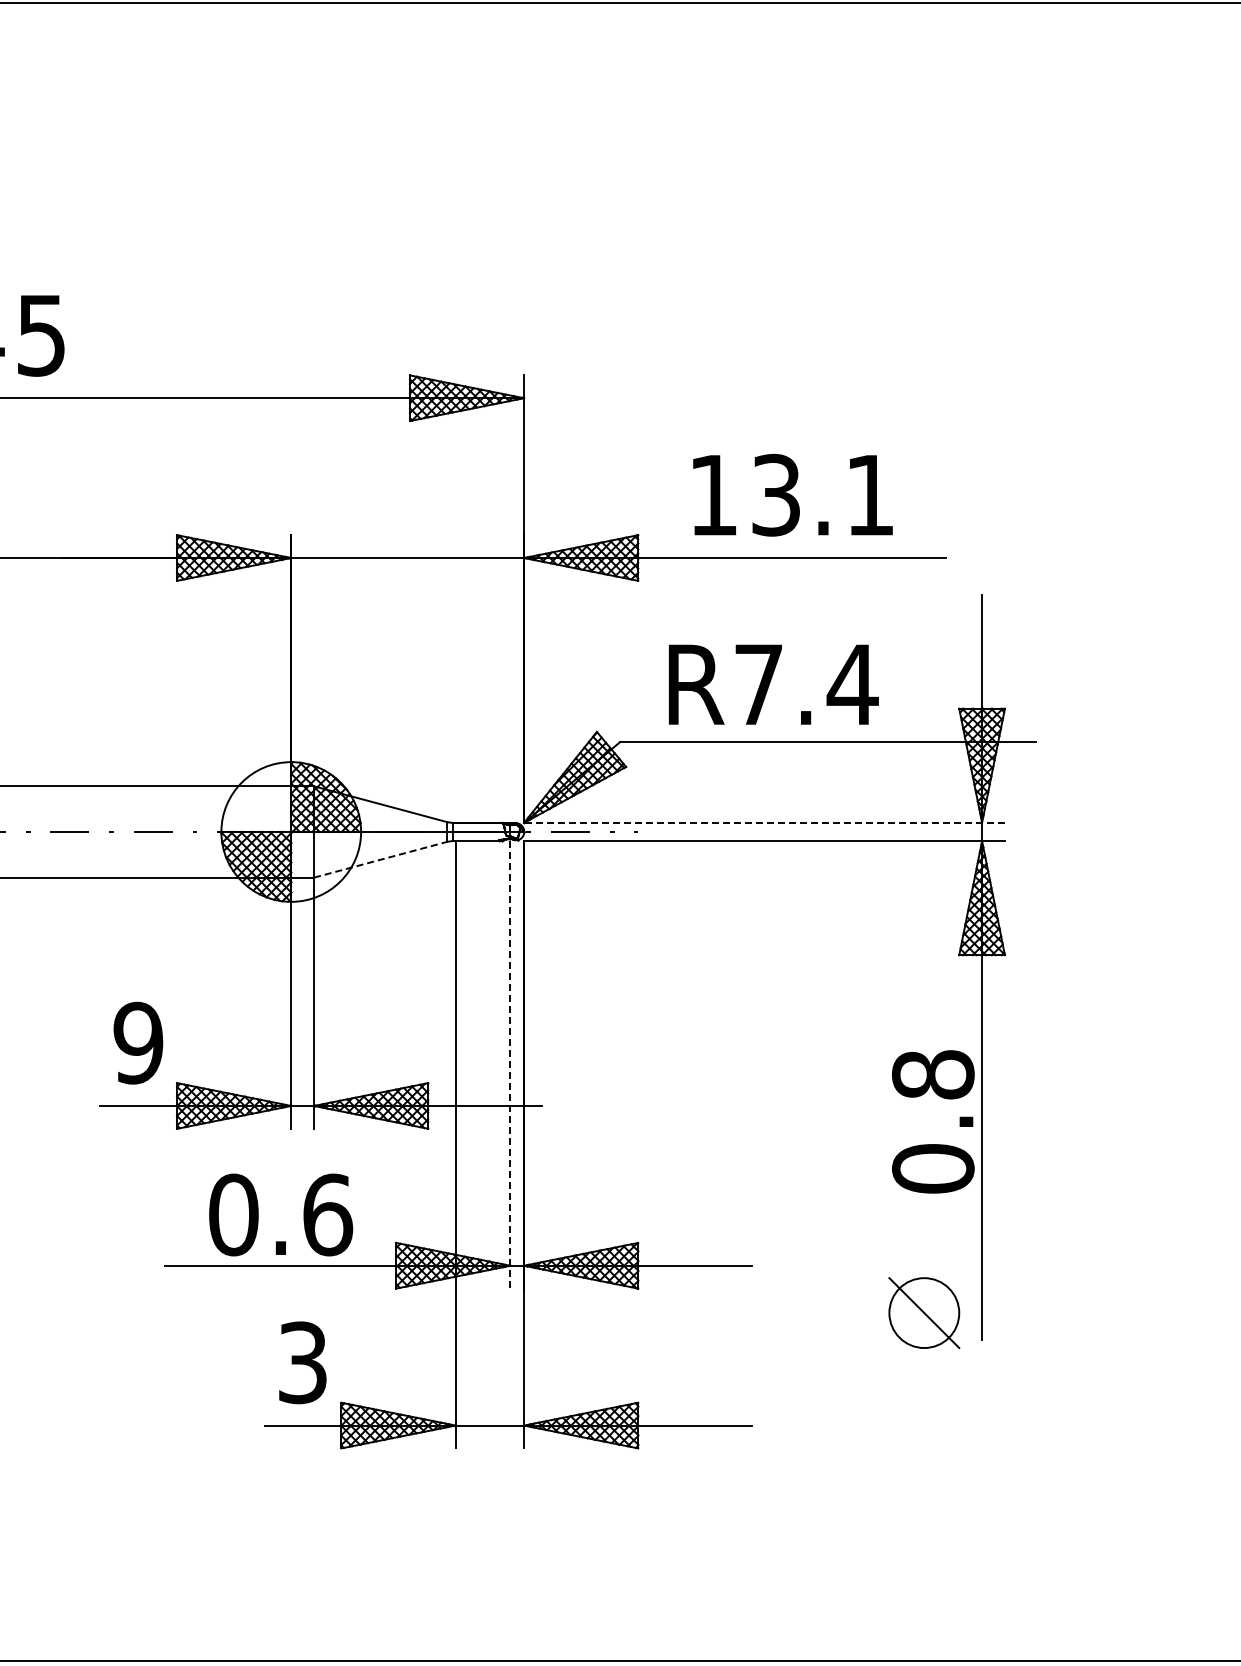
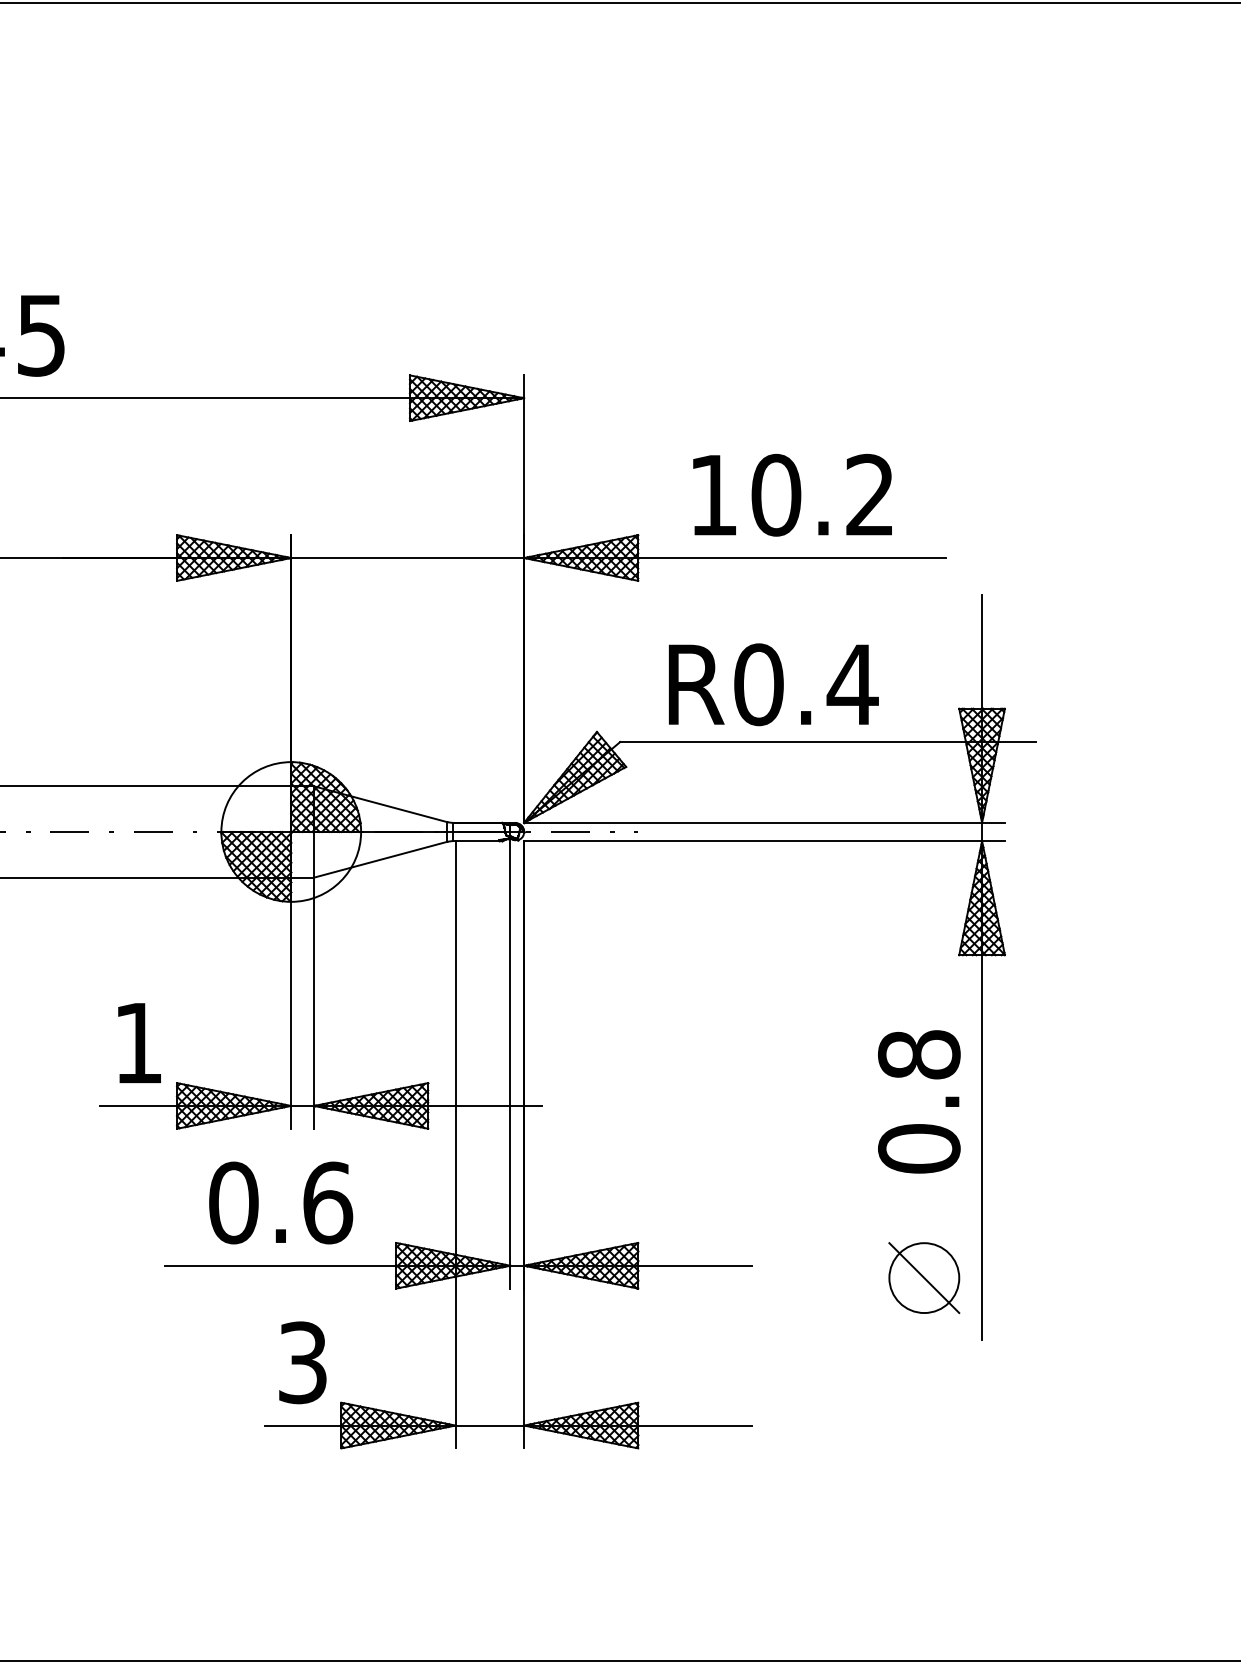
text at (821, 494): 13.1 -> 10.2
text at (758, 684): R7.4 -> R0.4
line at (764, 822): dashed -> solid
line at (381, 859): dashed -> solid
text at (138, 1042): 9 -> 1
line at (510, 1064): dashed -> solid
text at (933, 1121) position: (933, 1121) -> (919, 1101)
text at (281, 1214) position: (281, 1214) -> (281, 1202)
part at (924, 1313) position: (924, 1313) -> (924, 1278)
